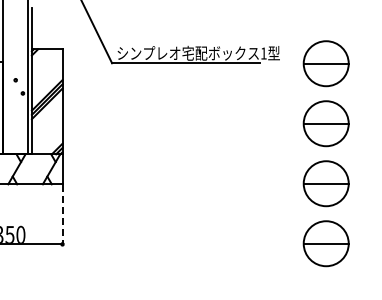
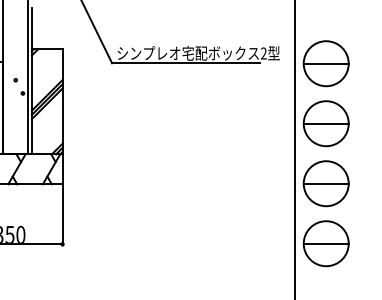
text at (263, 53): 1 -> 2
line at (294, 149): none -> present
line at (62, 215): dashed -> solid
